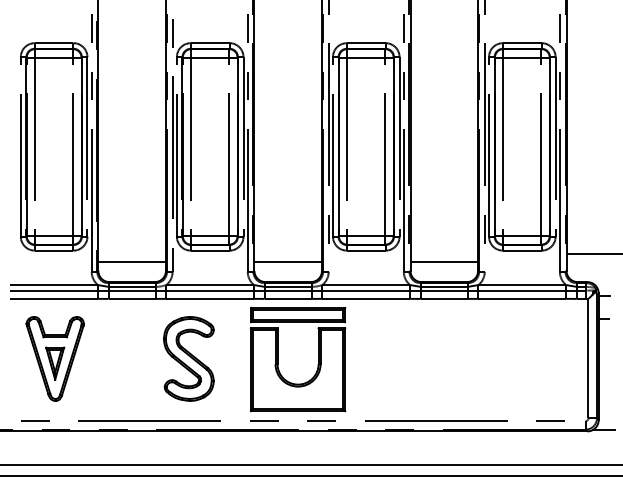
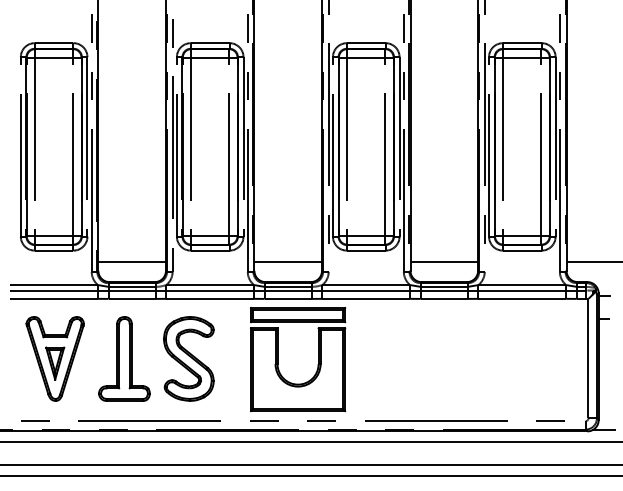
line at (592, 253) position: (592, 253) -> (592, 261)
part at (124, 358): none -> present
line at (310, 441): none -> present
